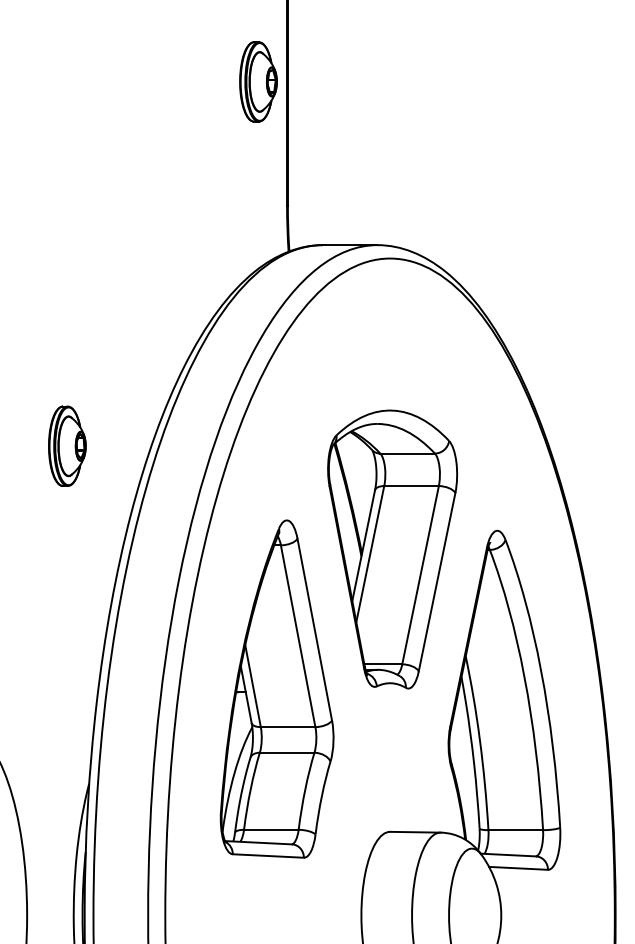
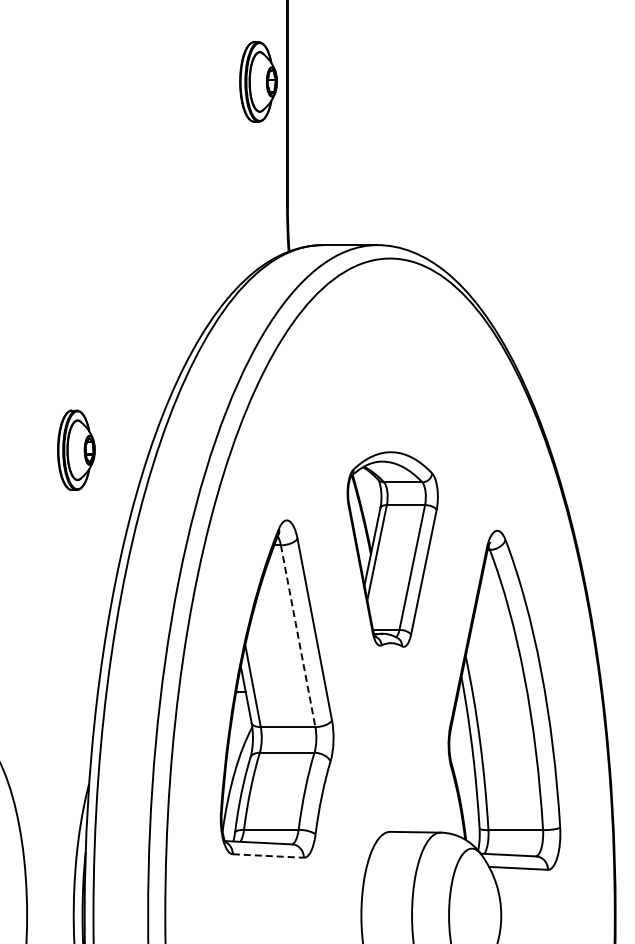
part at (67, 445) position: (67, 445) -> (76, 449)
part at (392, 549) size: 132x281 px -> 93x197 px
line at (298, 636): solid -> dashed
line at (268, 856): solid -> dashed
